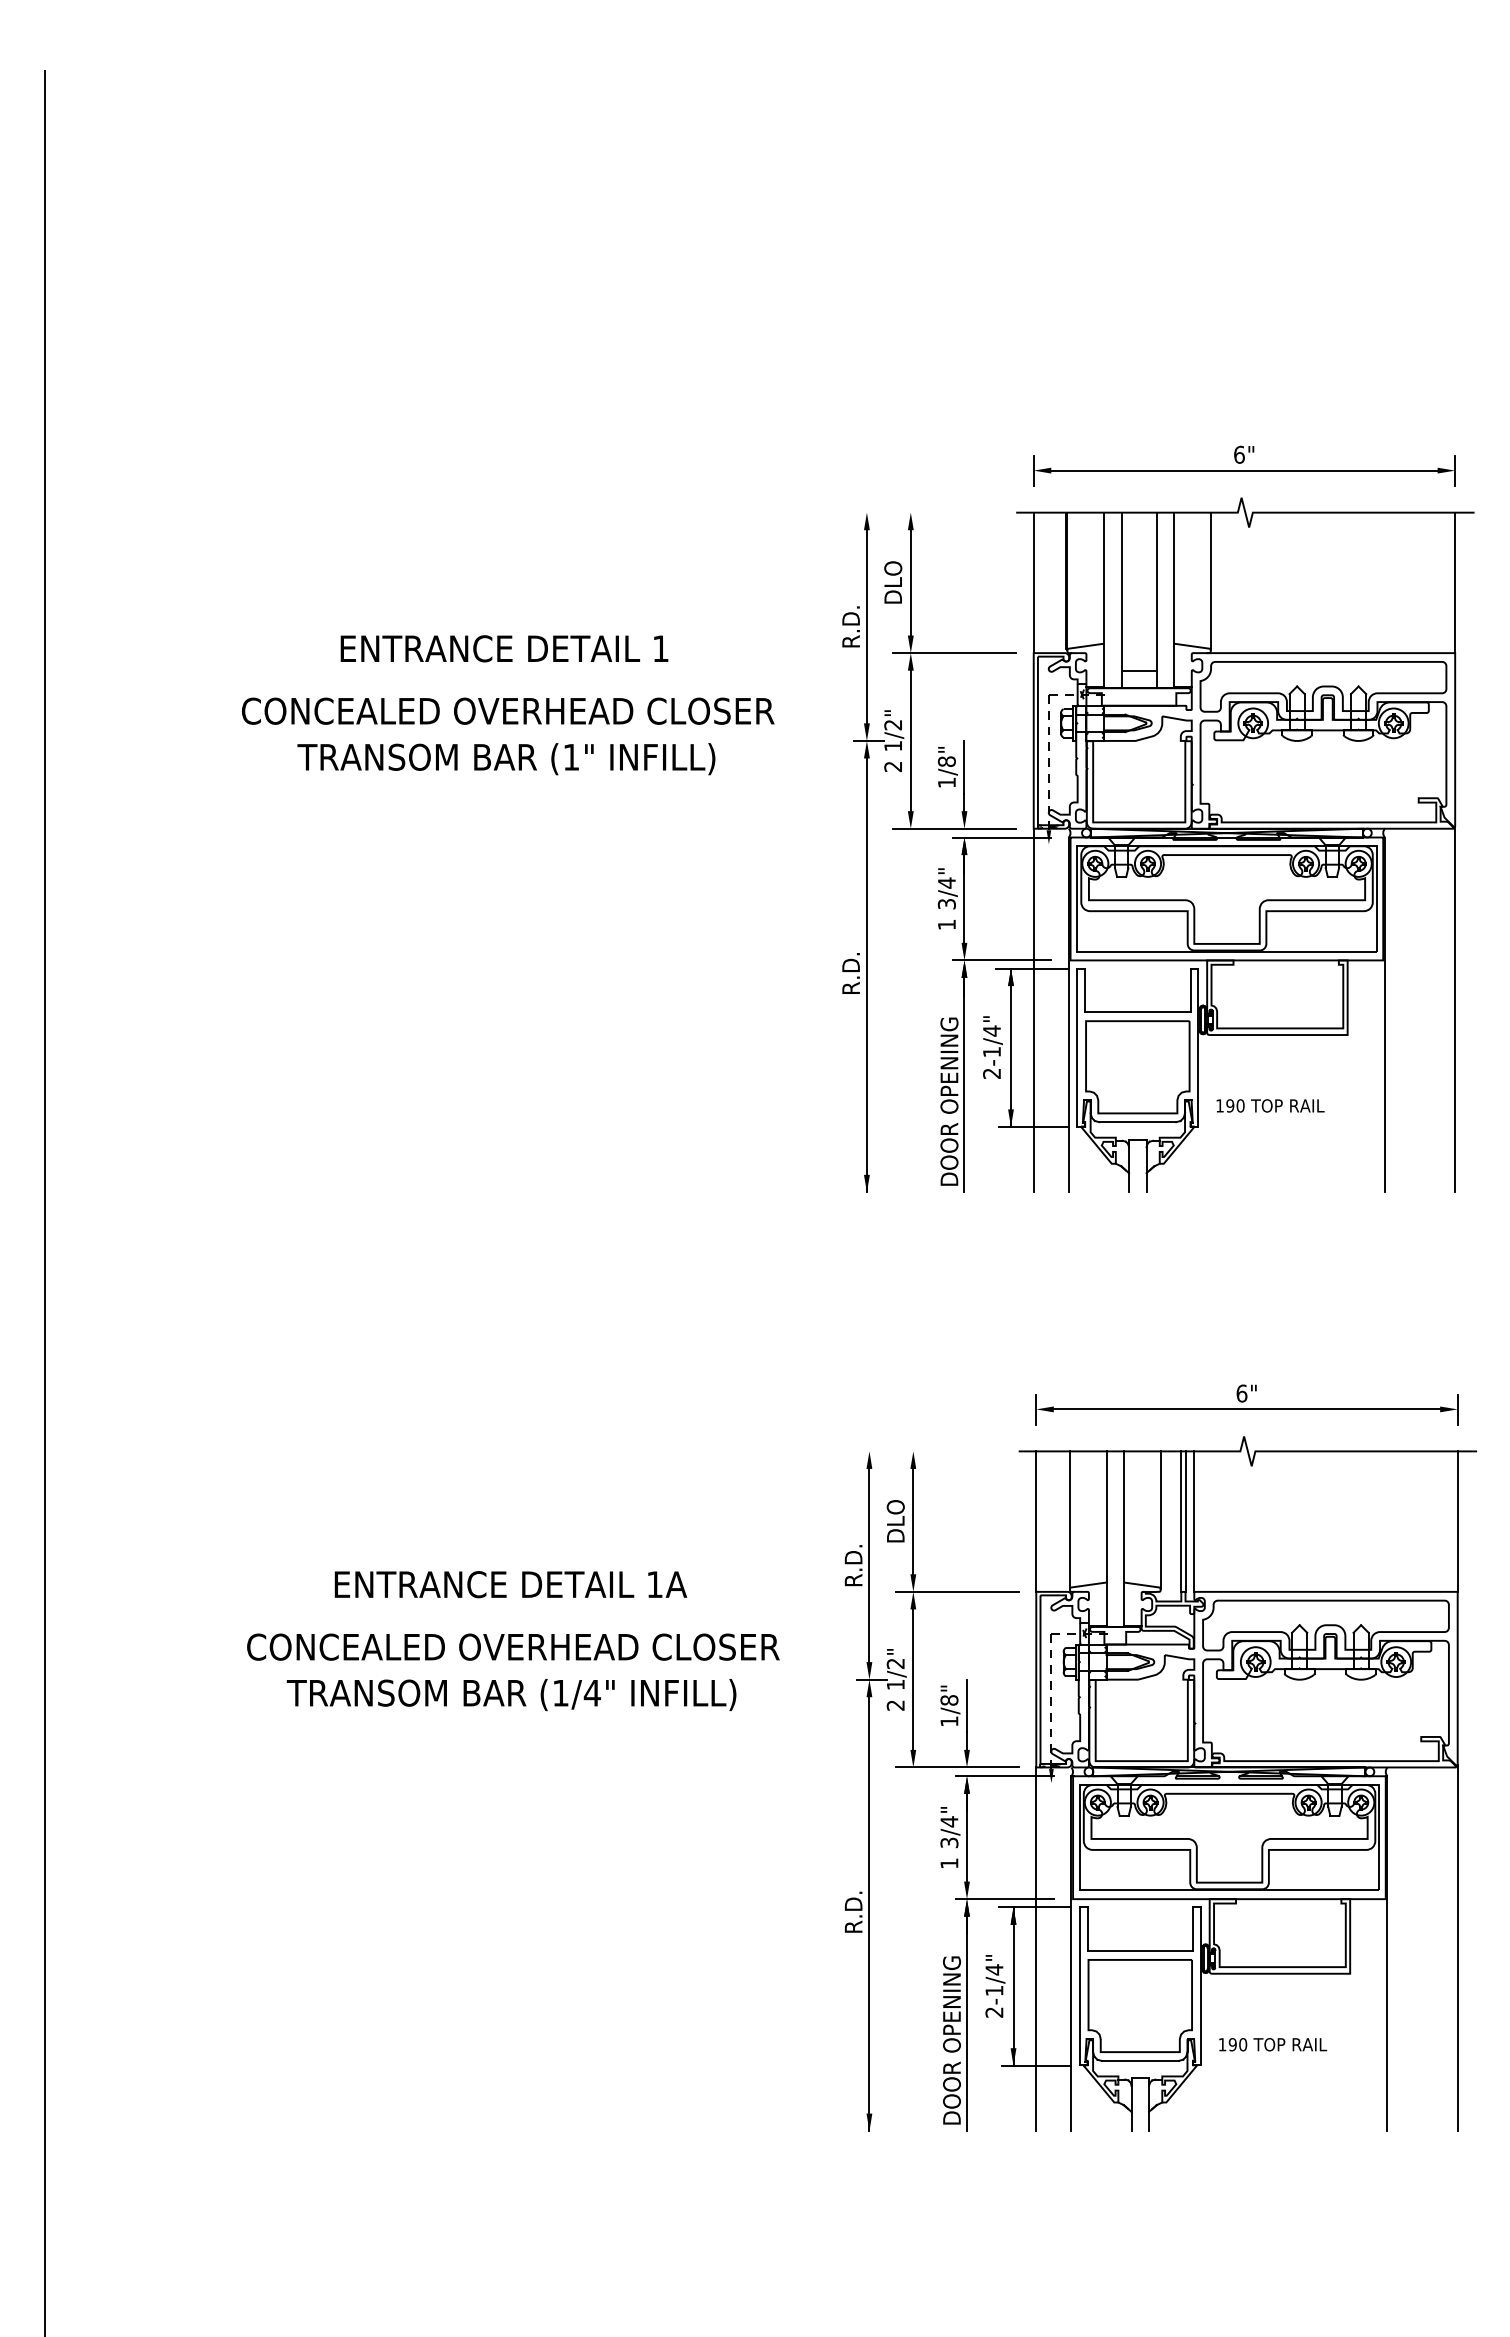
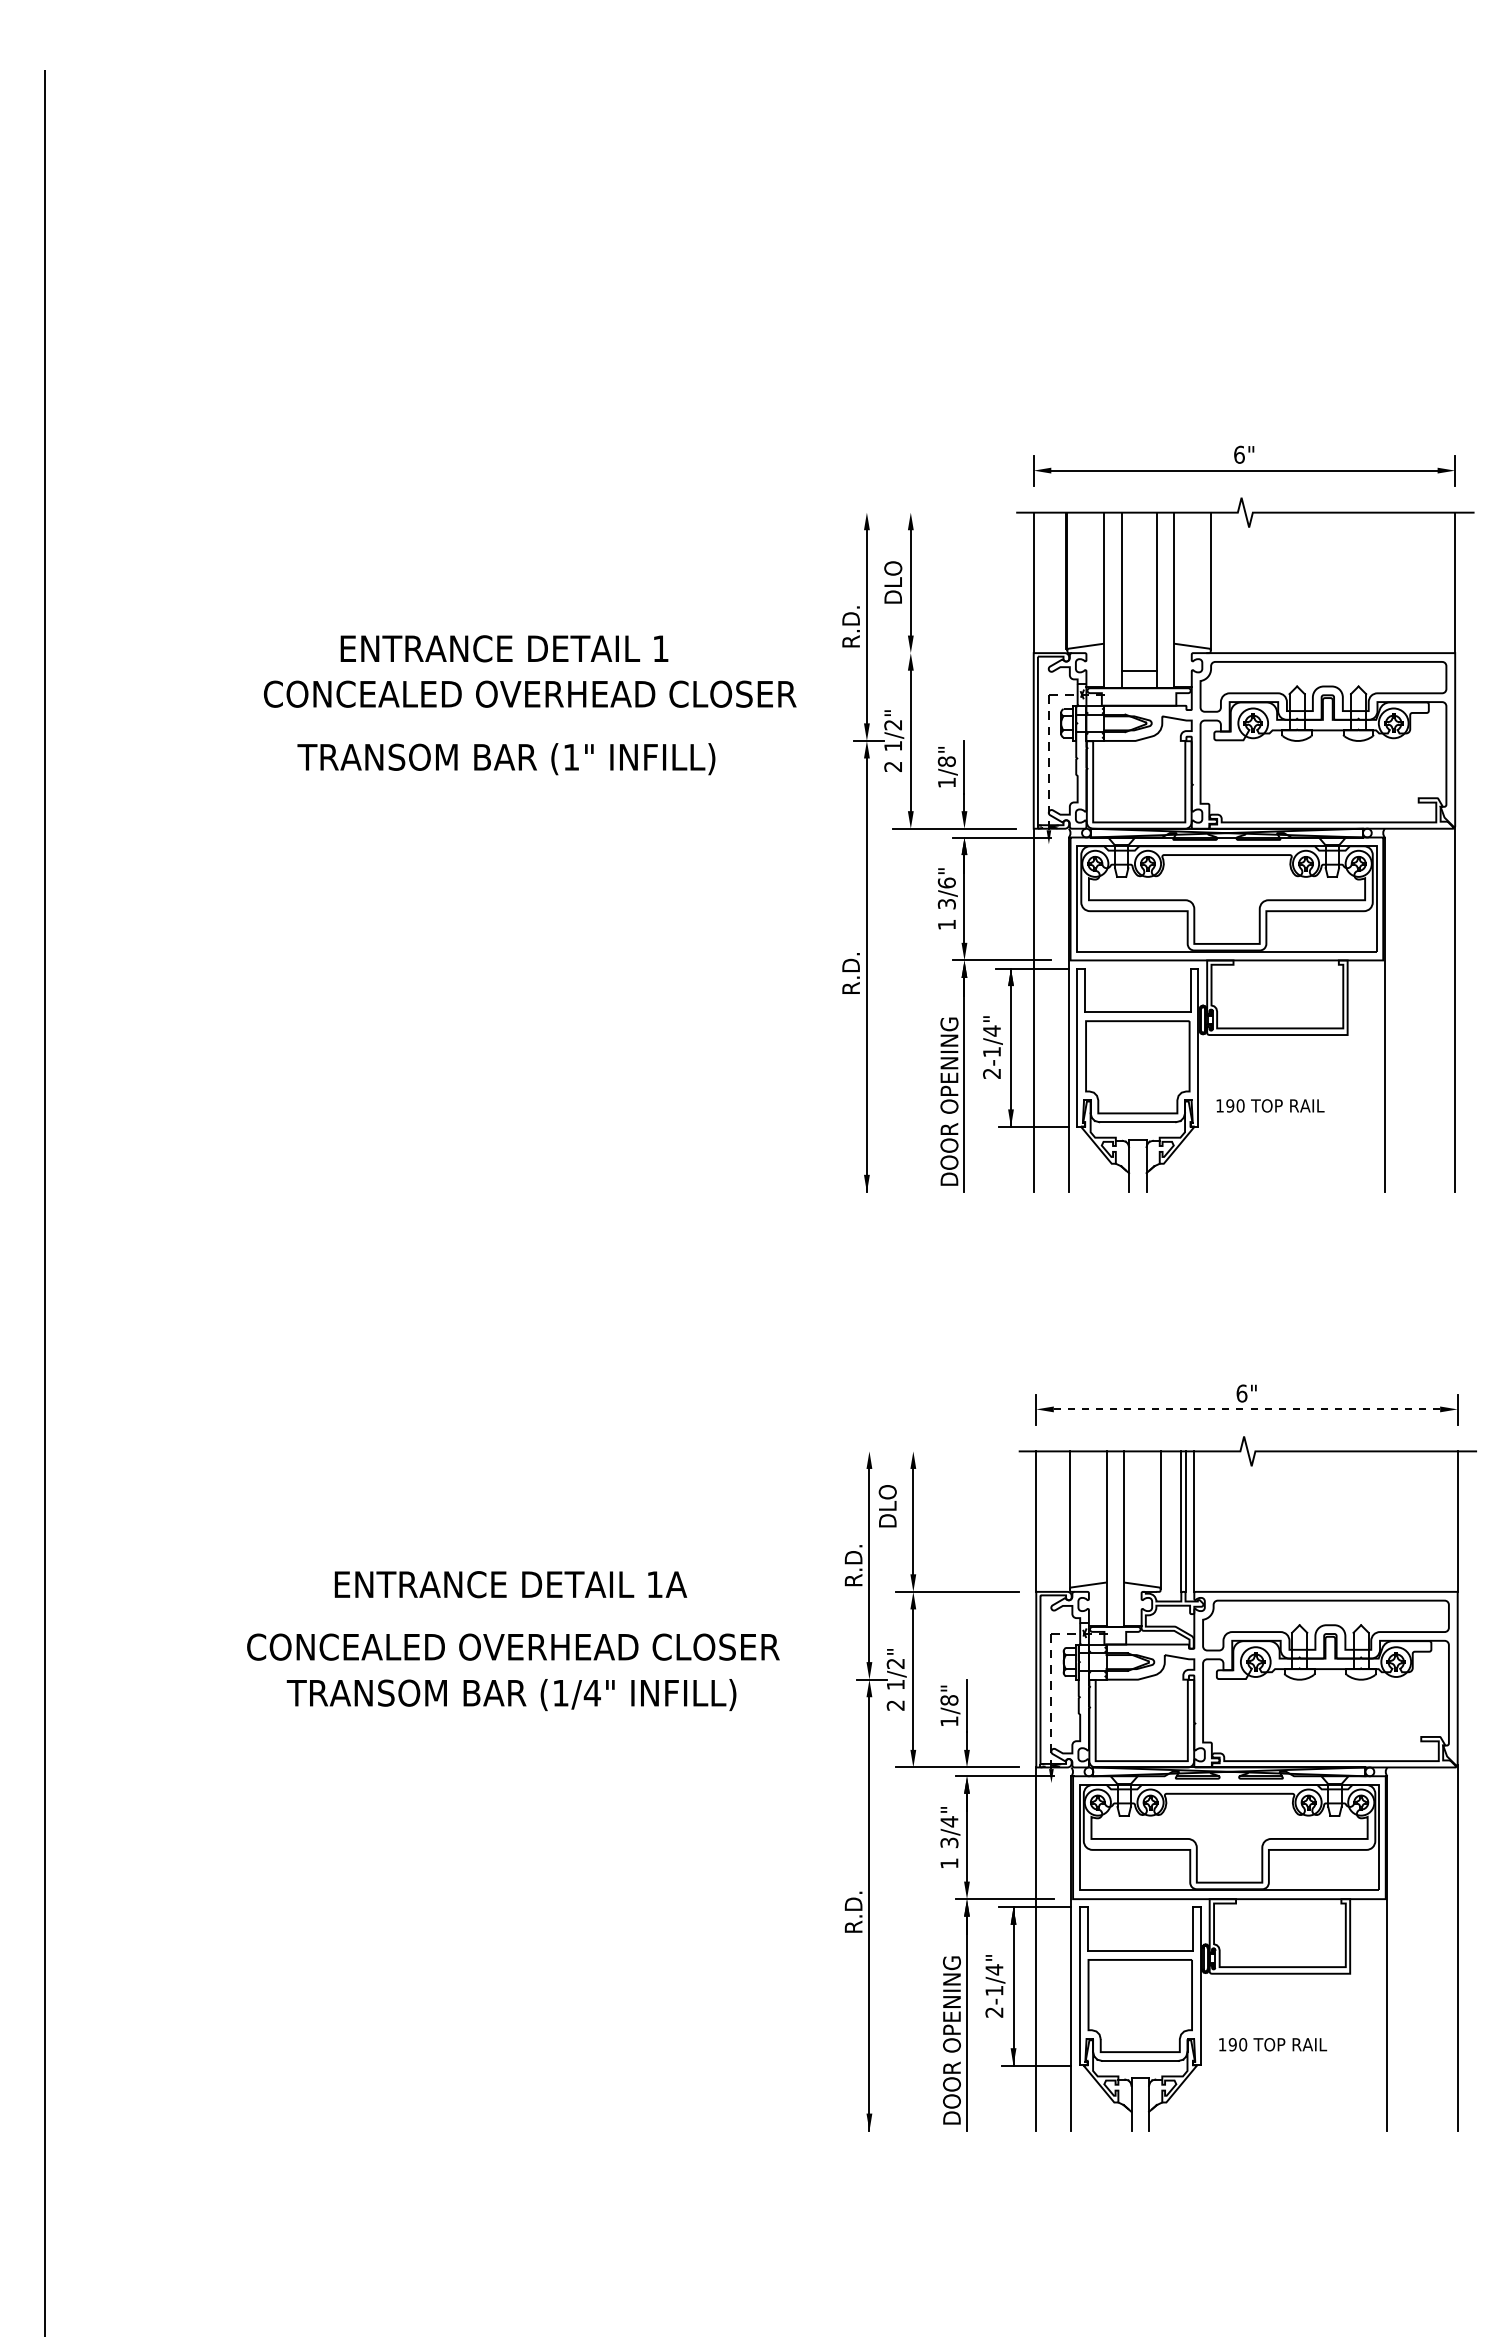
line at (954, 653): present -> none
text at (507, 710) position: (507, 710) -> (529, 693)
text at (946, 882): 3/4" -> 3/6"
line at (1247, 1409): solid -> dashed
text at (895, 1521) position: (895, 1521) -> (887, 1506)
